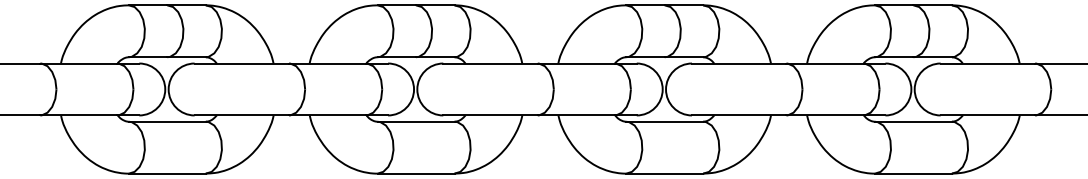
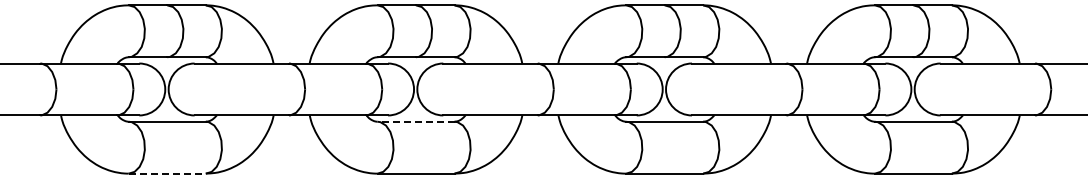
line at (416, 121): solid -> dashed
line at (167, 173): solid -> dashed
